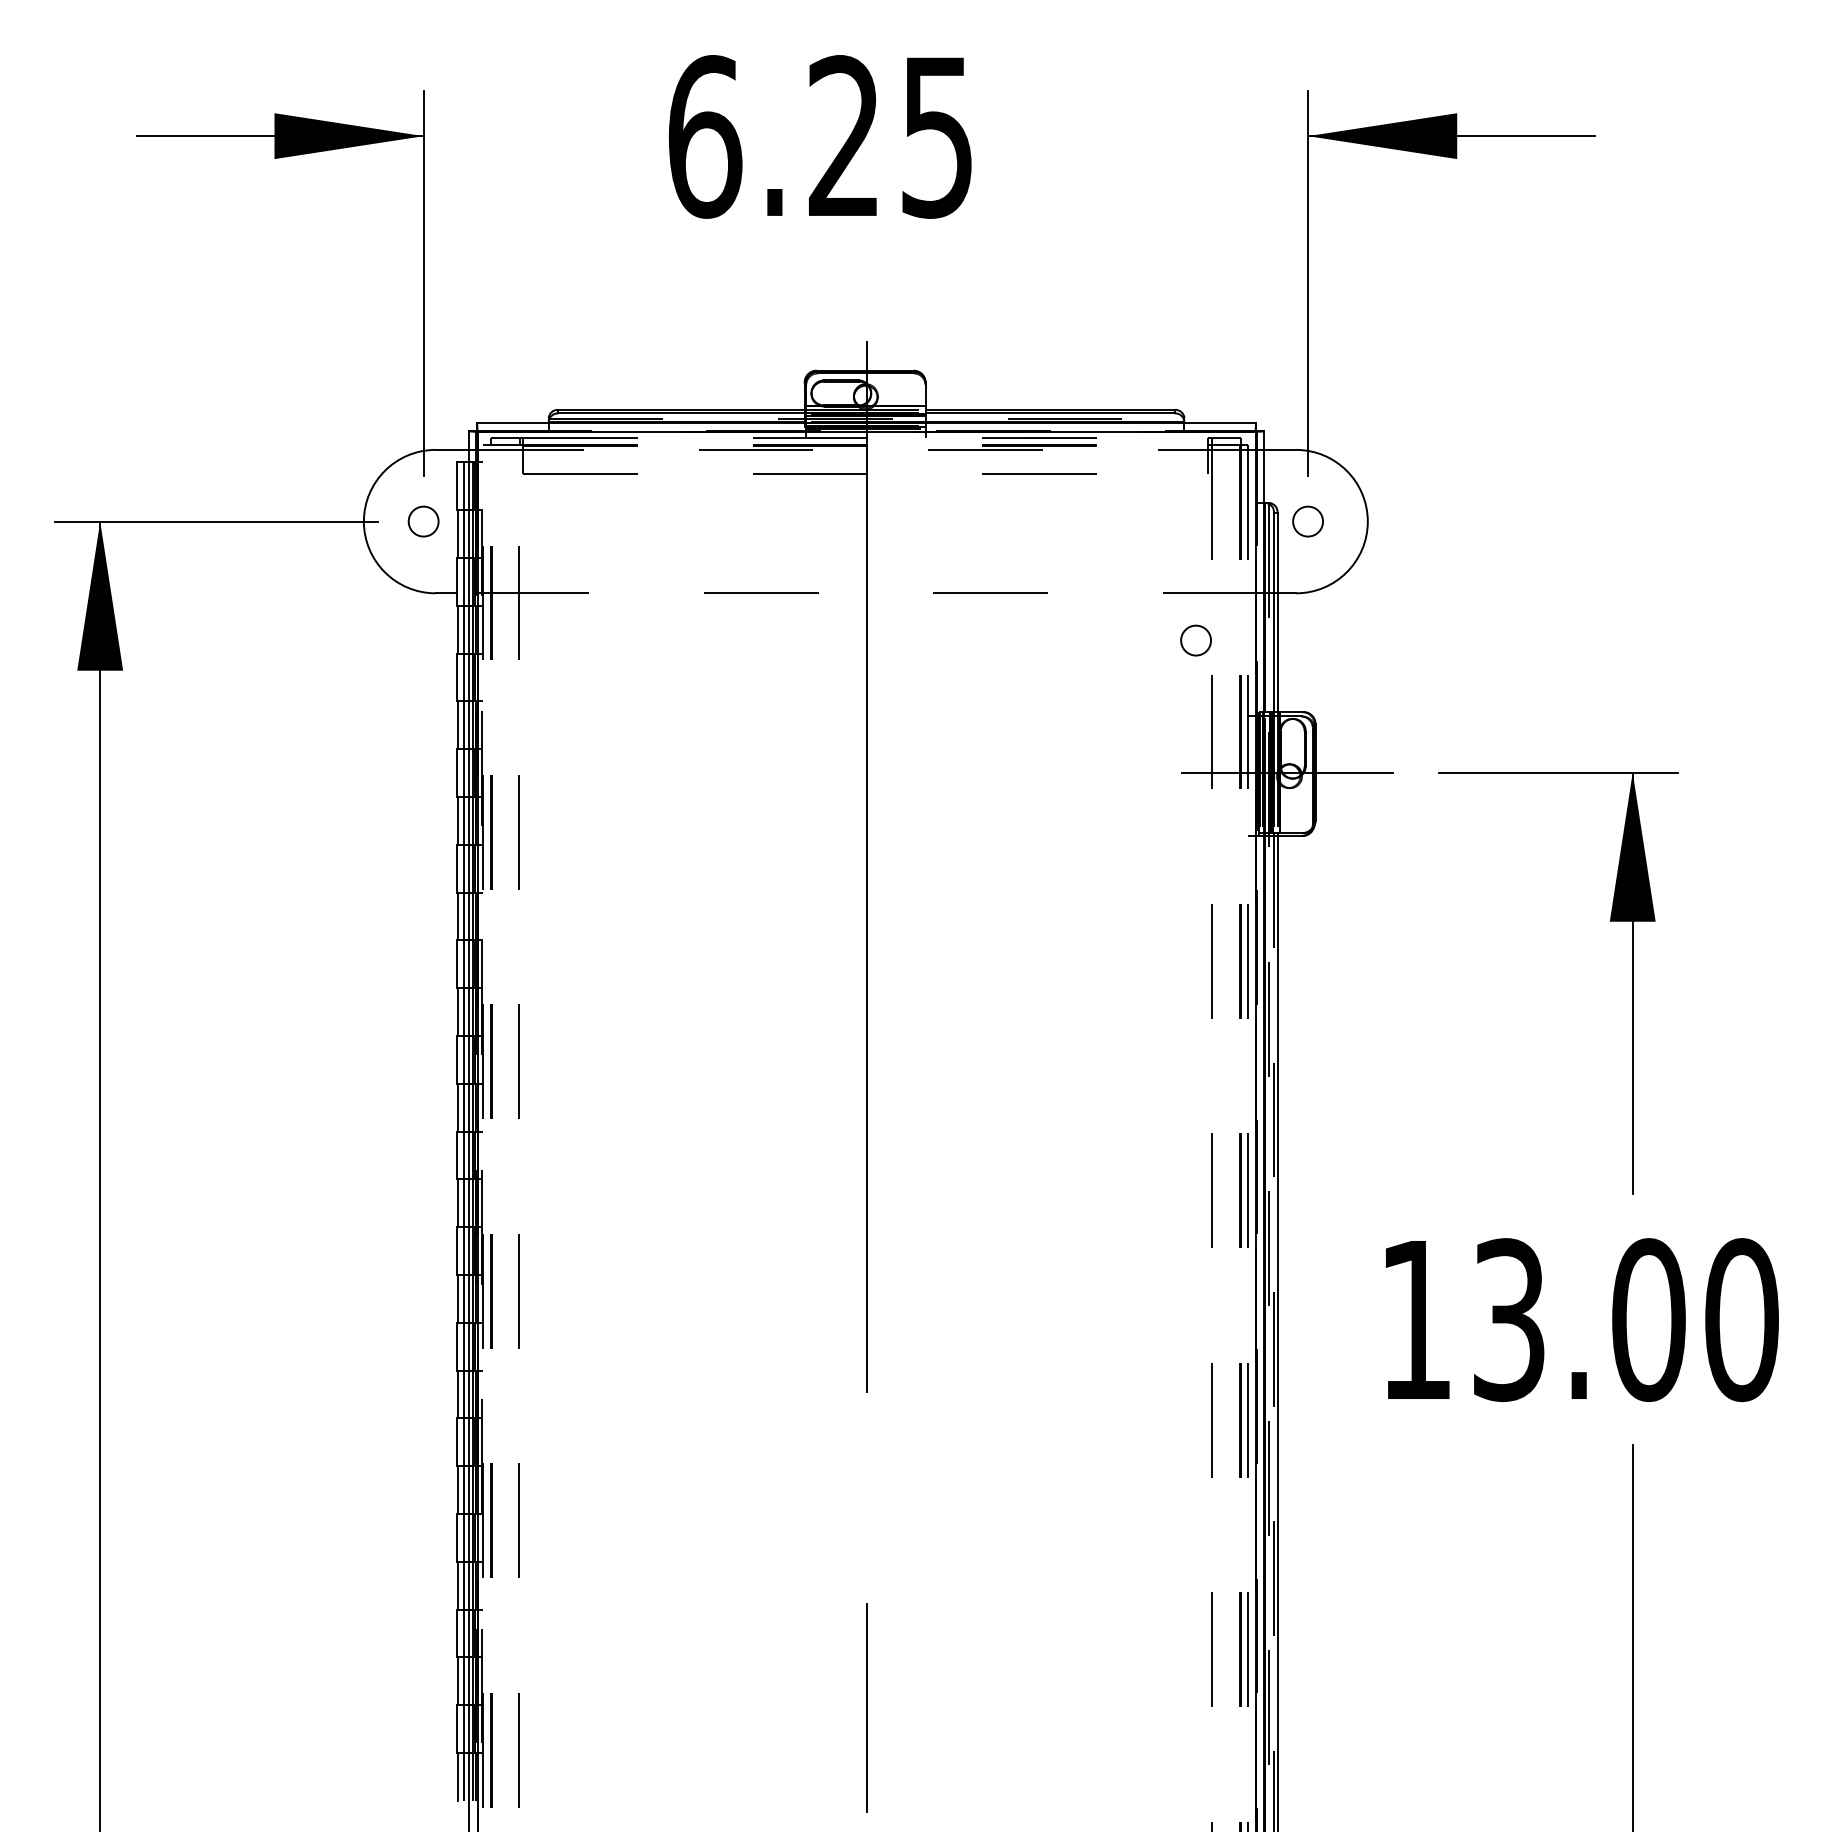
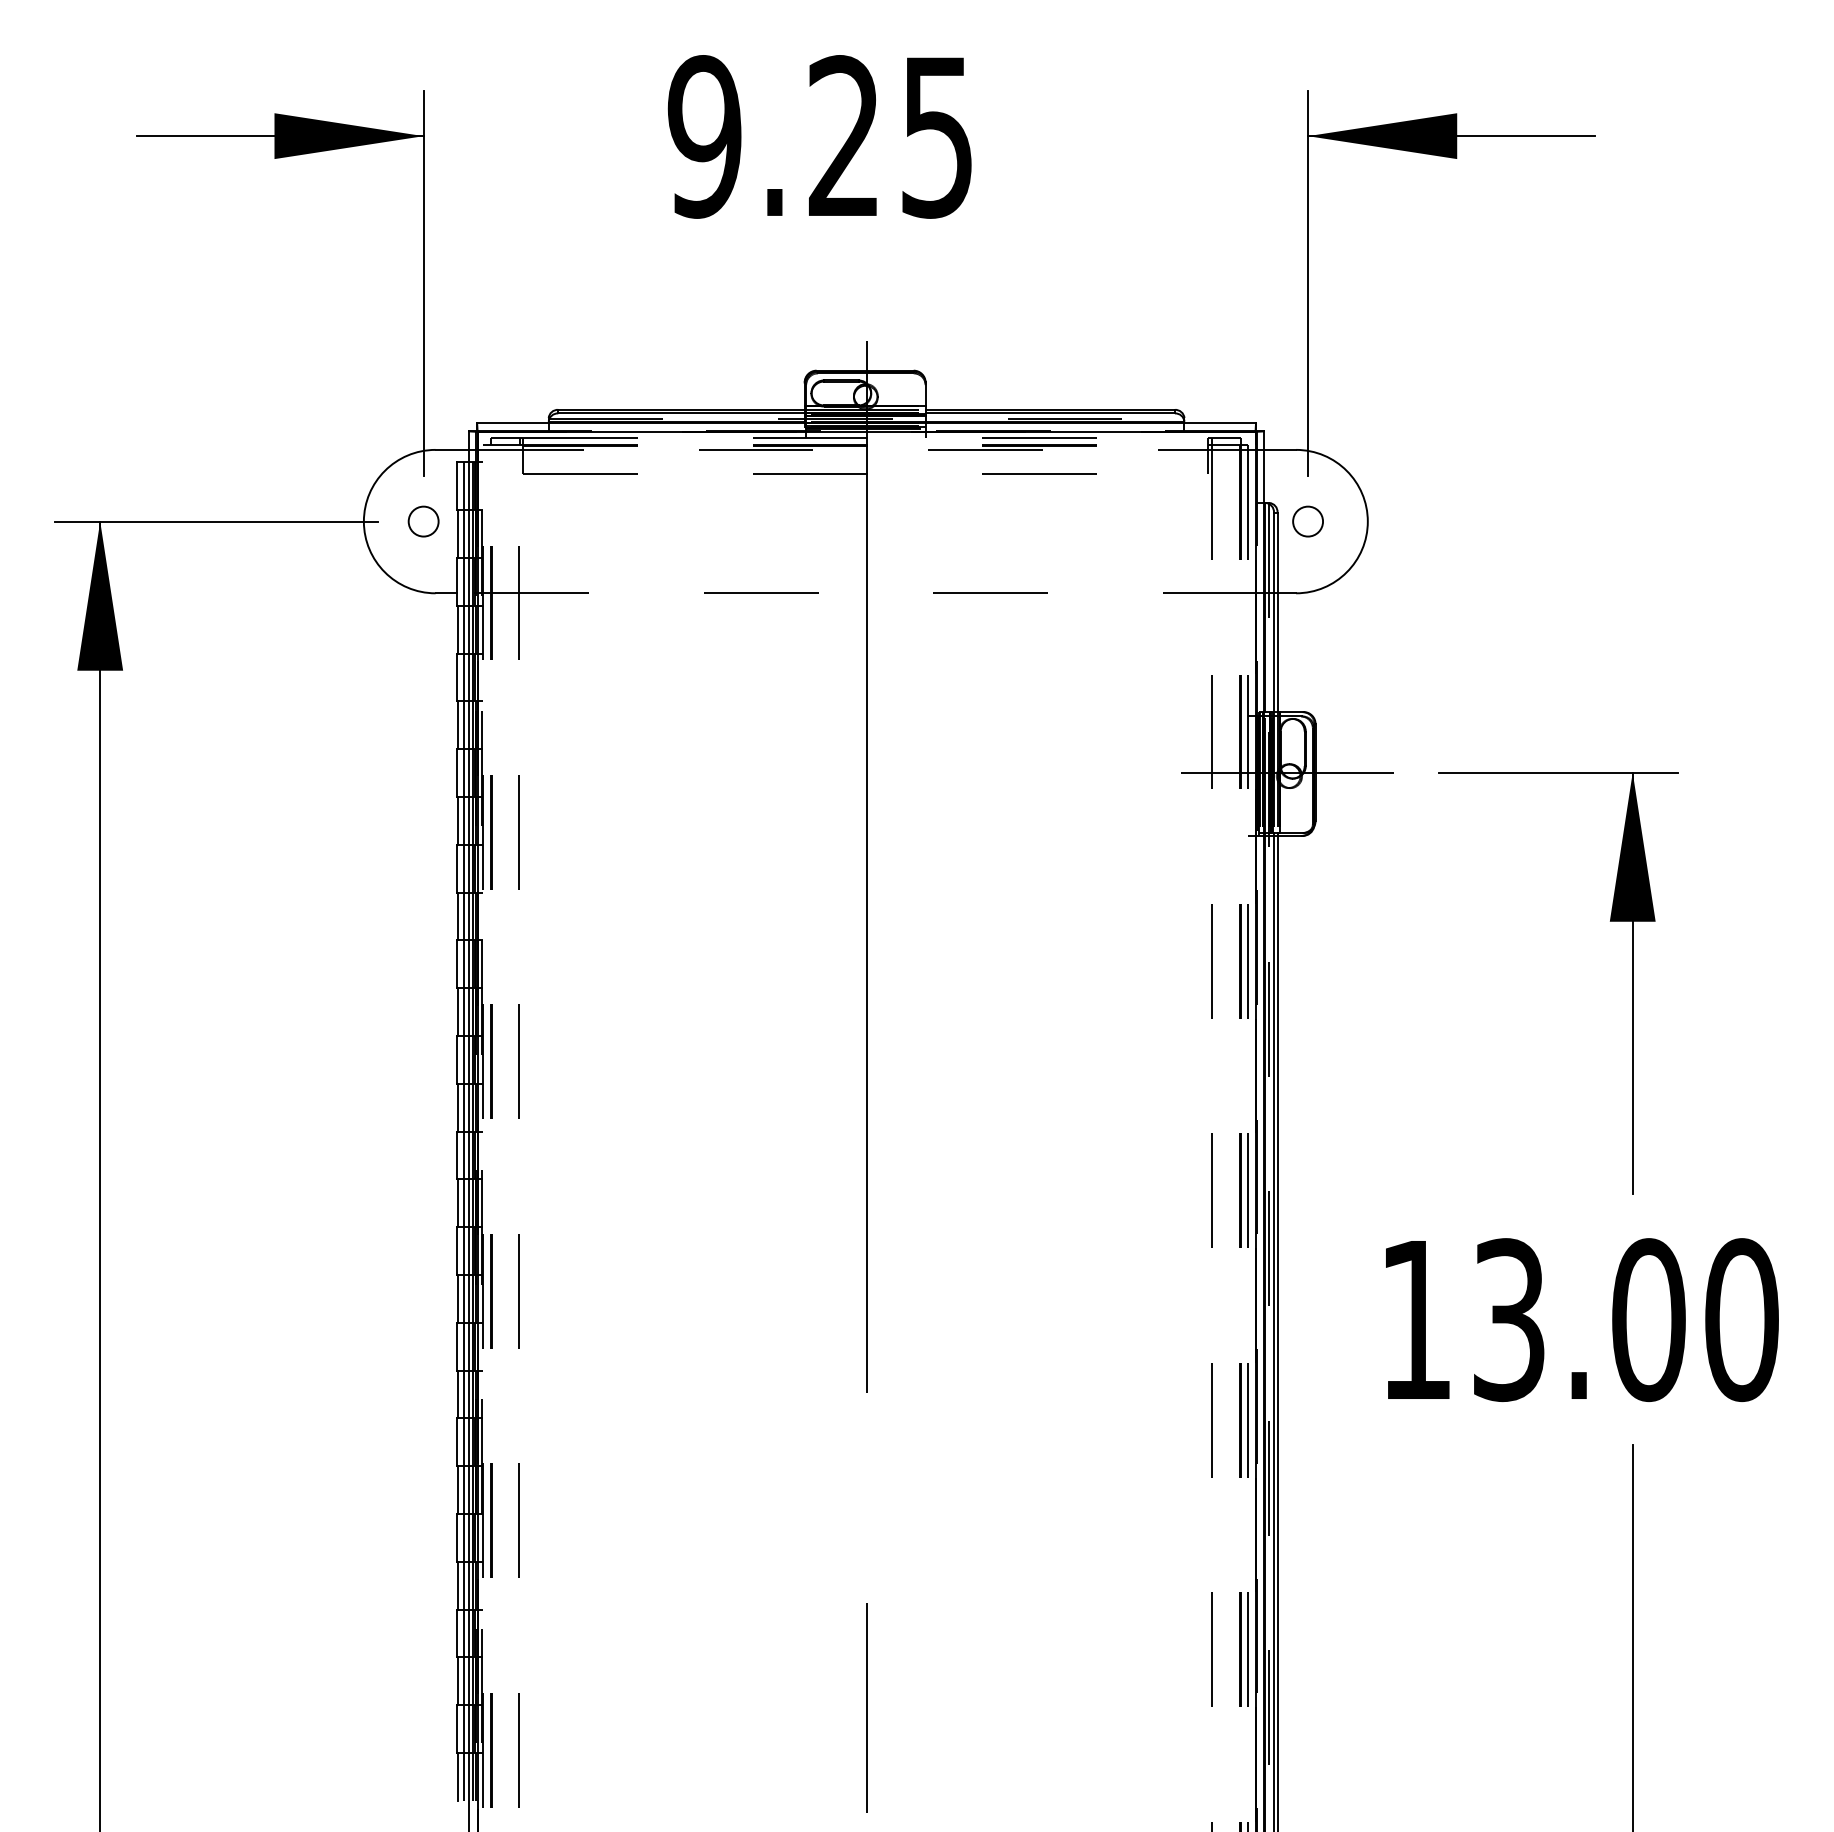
text at (704, 136): 6.25 -> 9.25
circle at (1195, 640): present -> none
line at (1273, 1332): dashed -> solid
